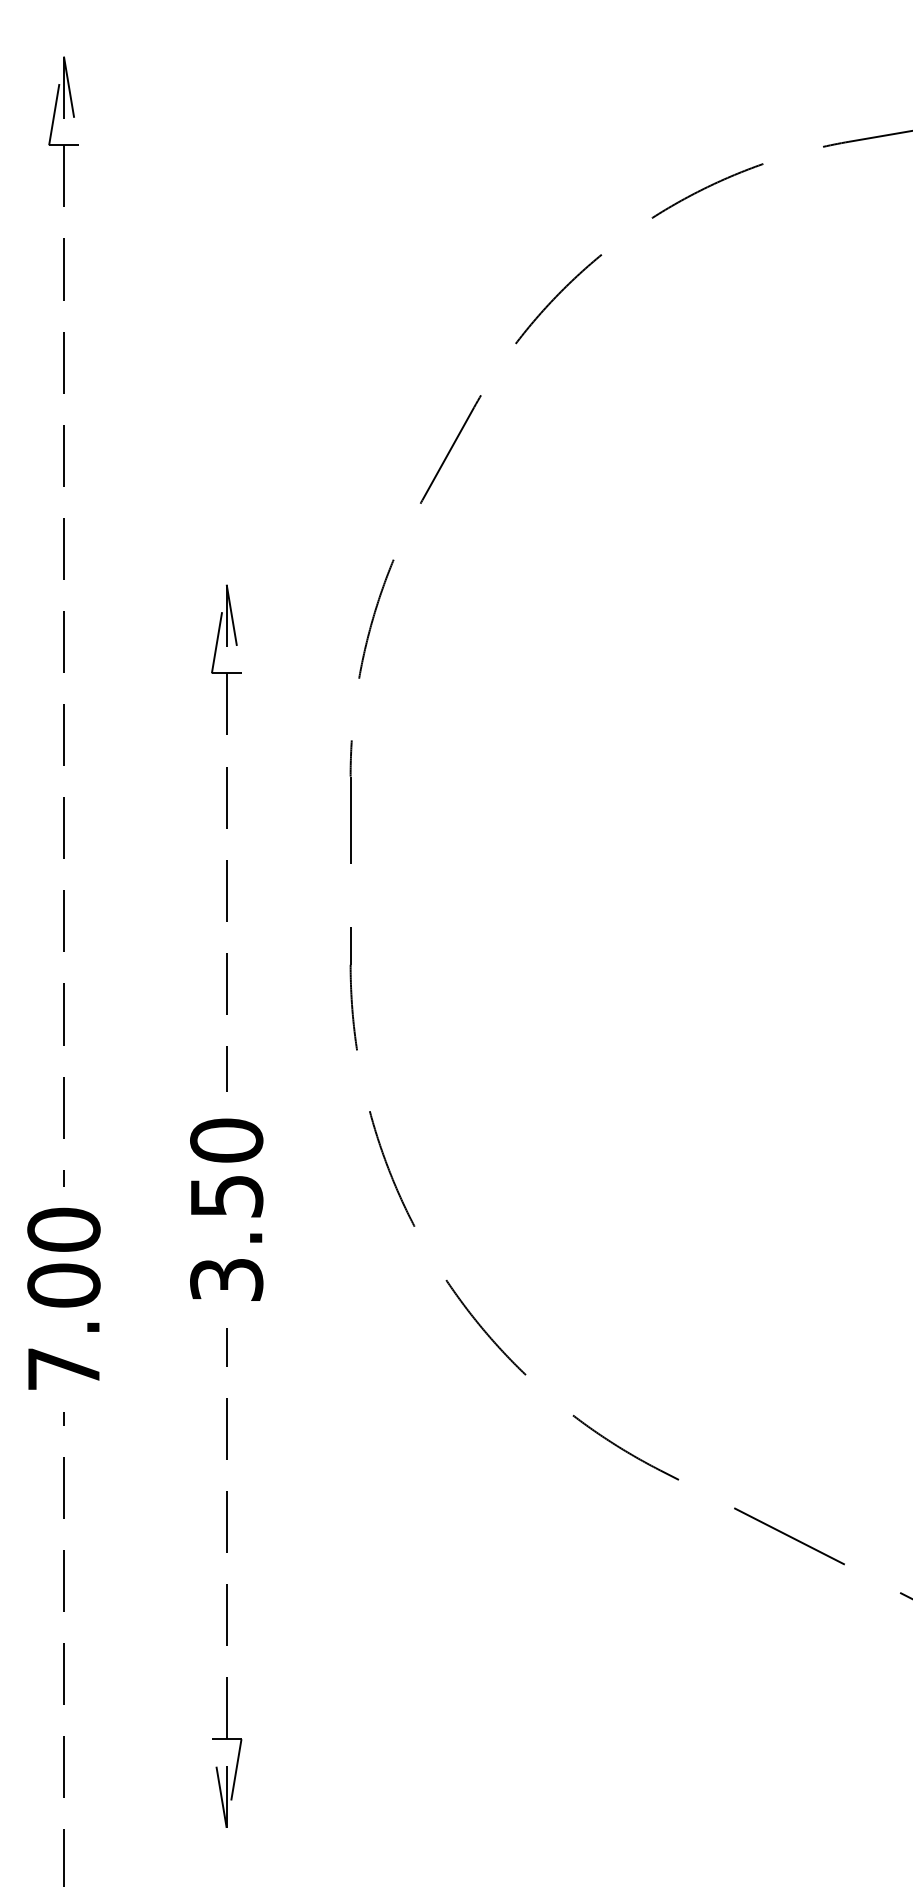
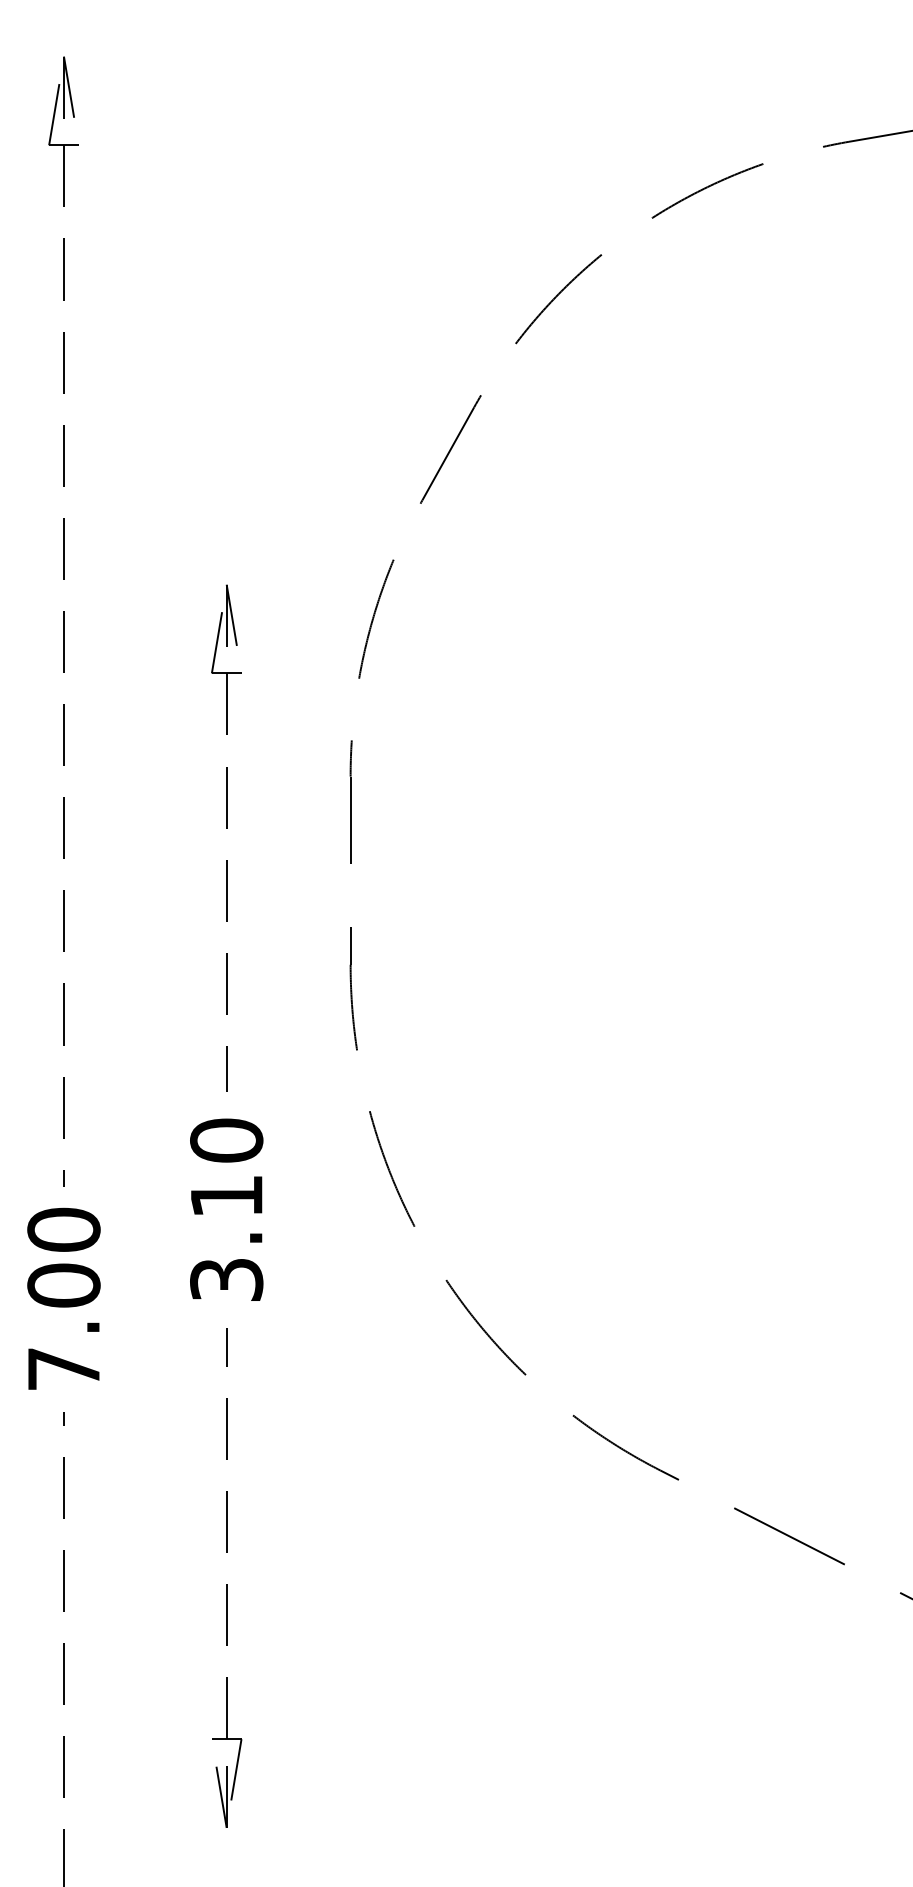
text at (227, 1196): 3.50 -> 3.10
